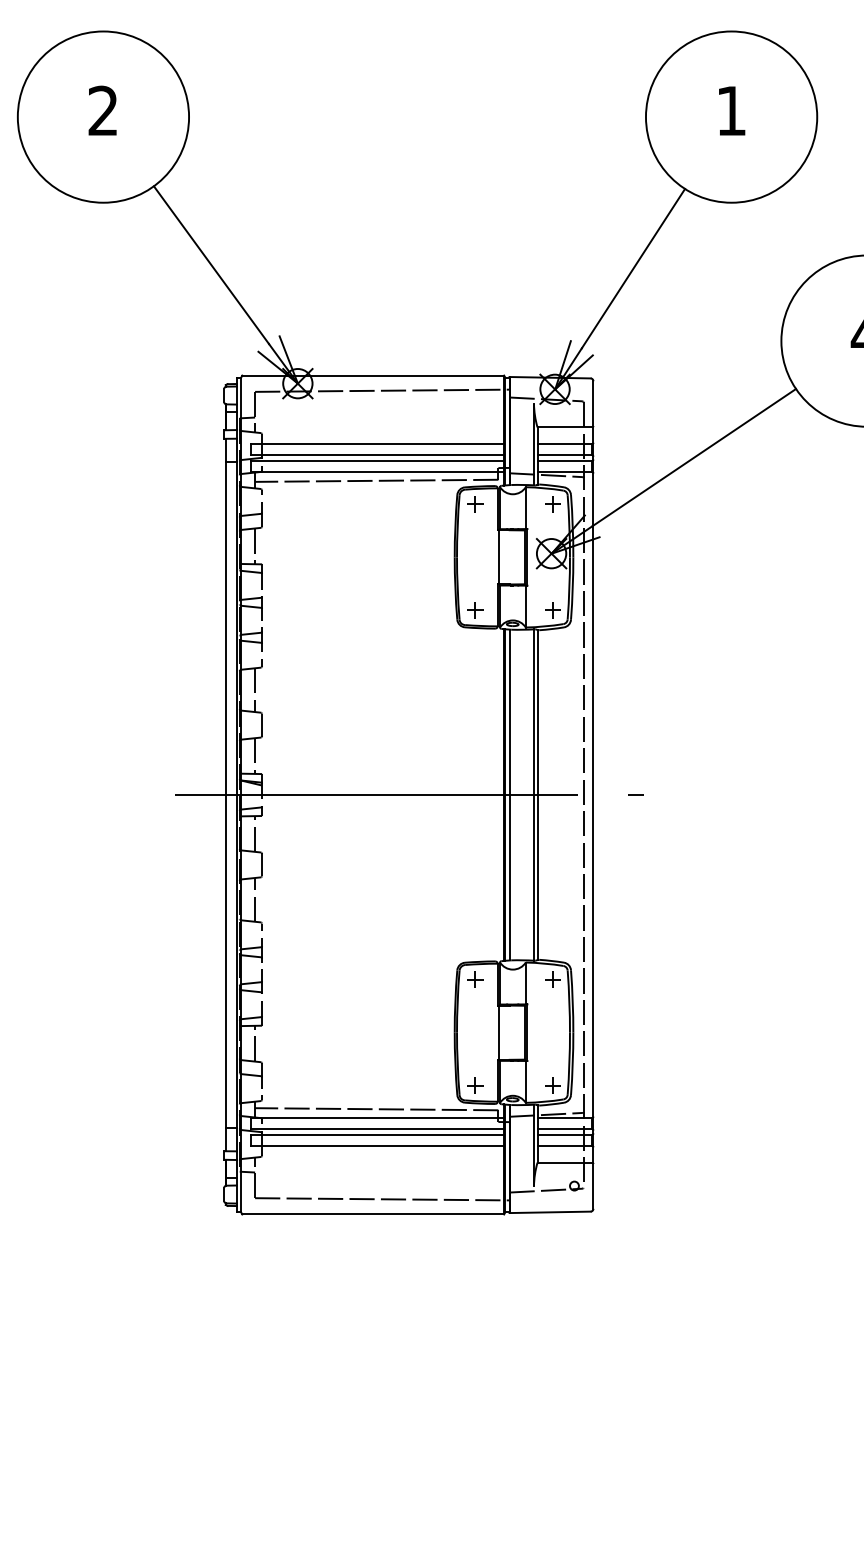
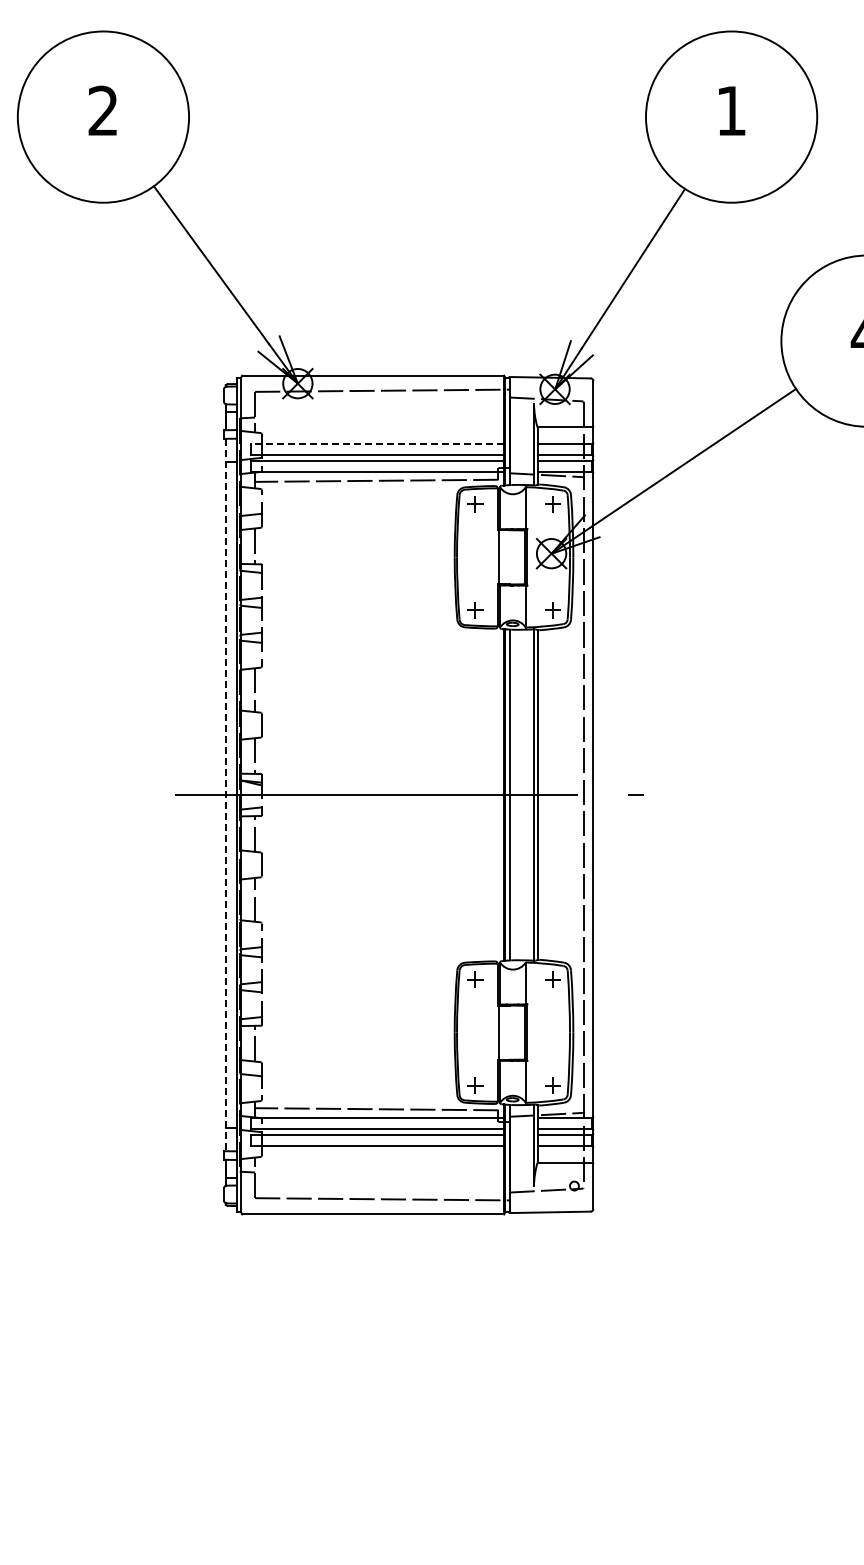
line at (377, 444): solid -> dashed
line at (225, 795): solid -> dashed
